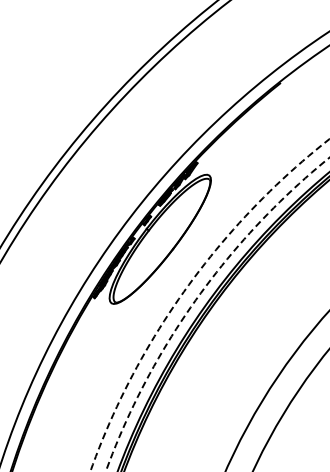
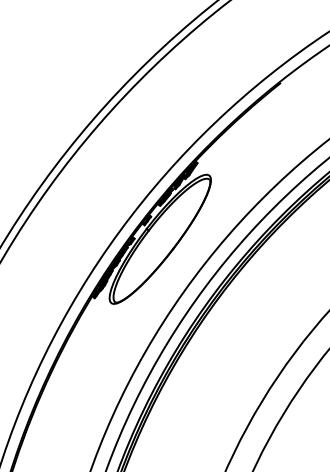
circle at (209, 305): dashed -> solid
circle at (217, 314): dashed -> solid
